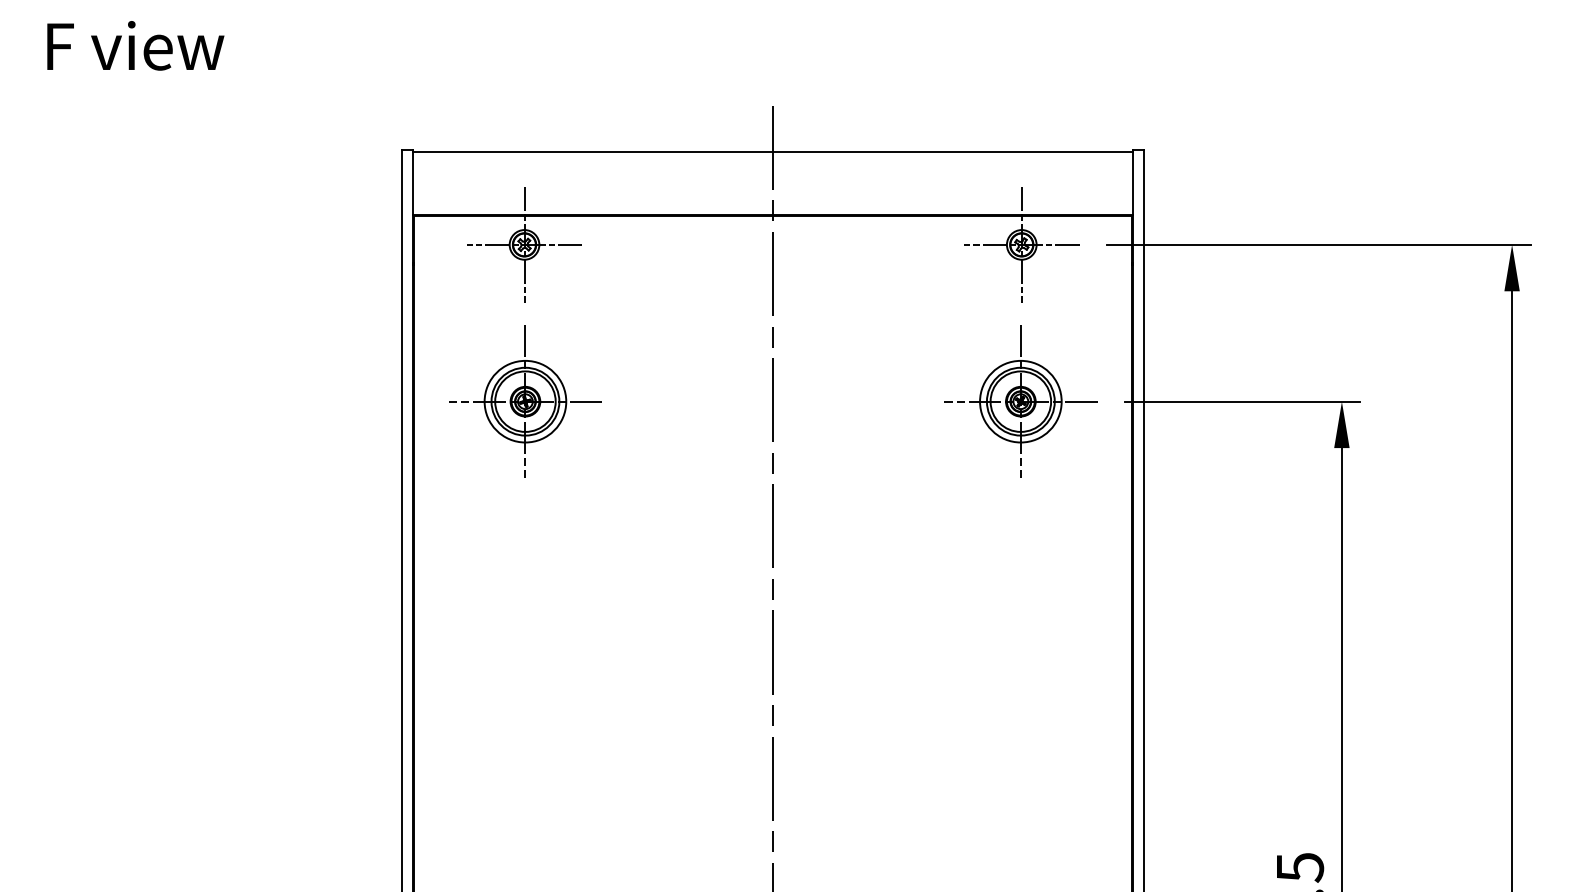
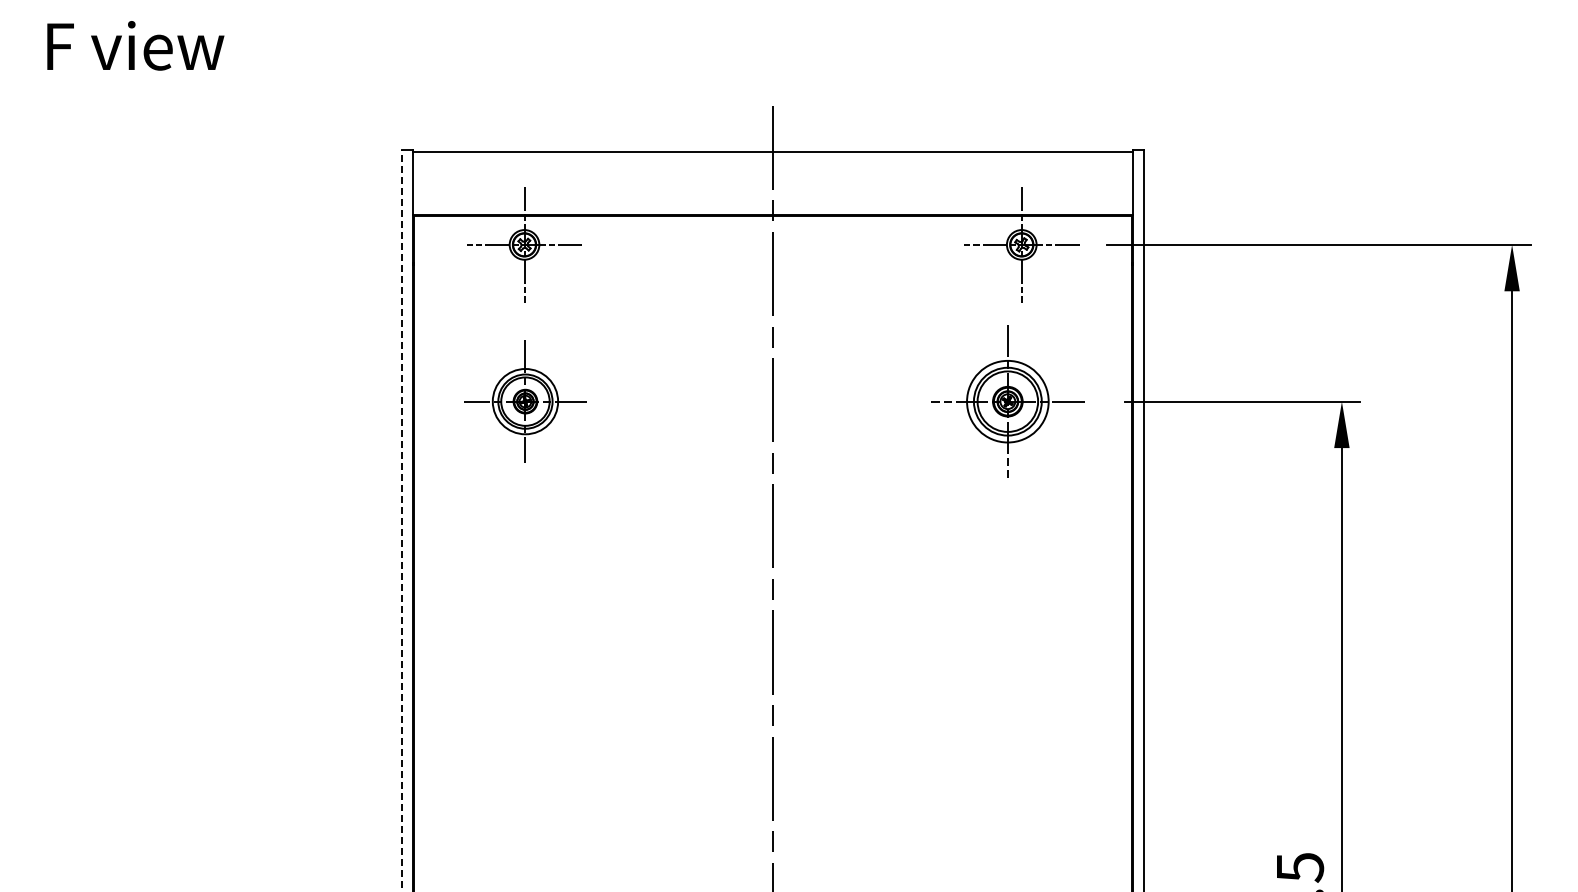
part at (525, 401) size: 153x153 px -> 123x123 px
part at (1020, 401) position: (1020, 401) -> (1007, 401)
line at (402, 520): solid -> dashed
